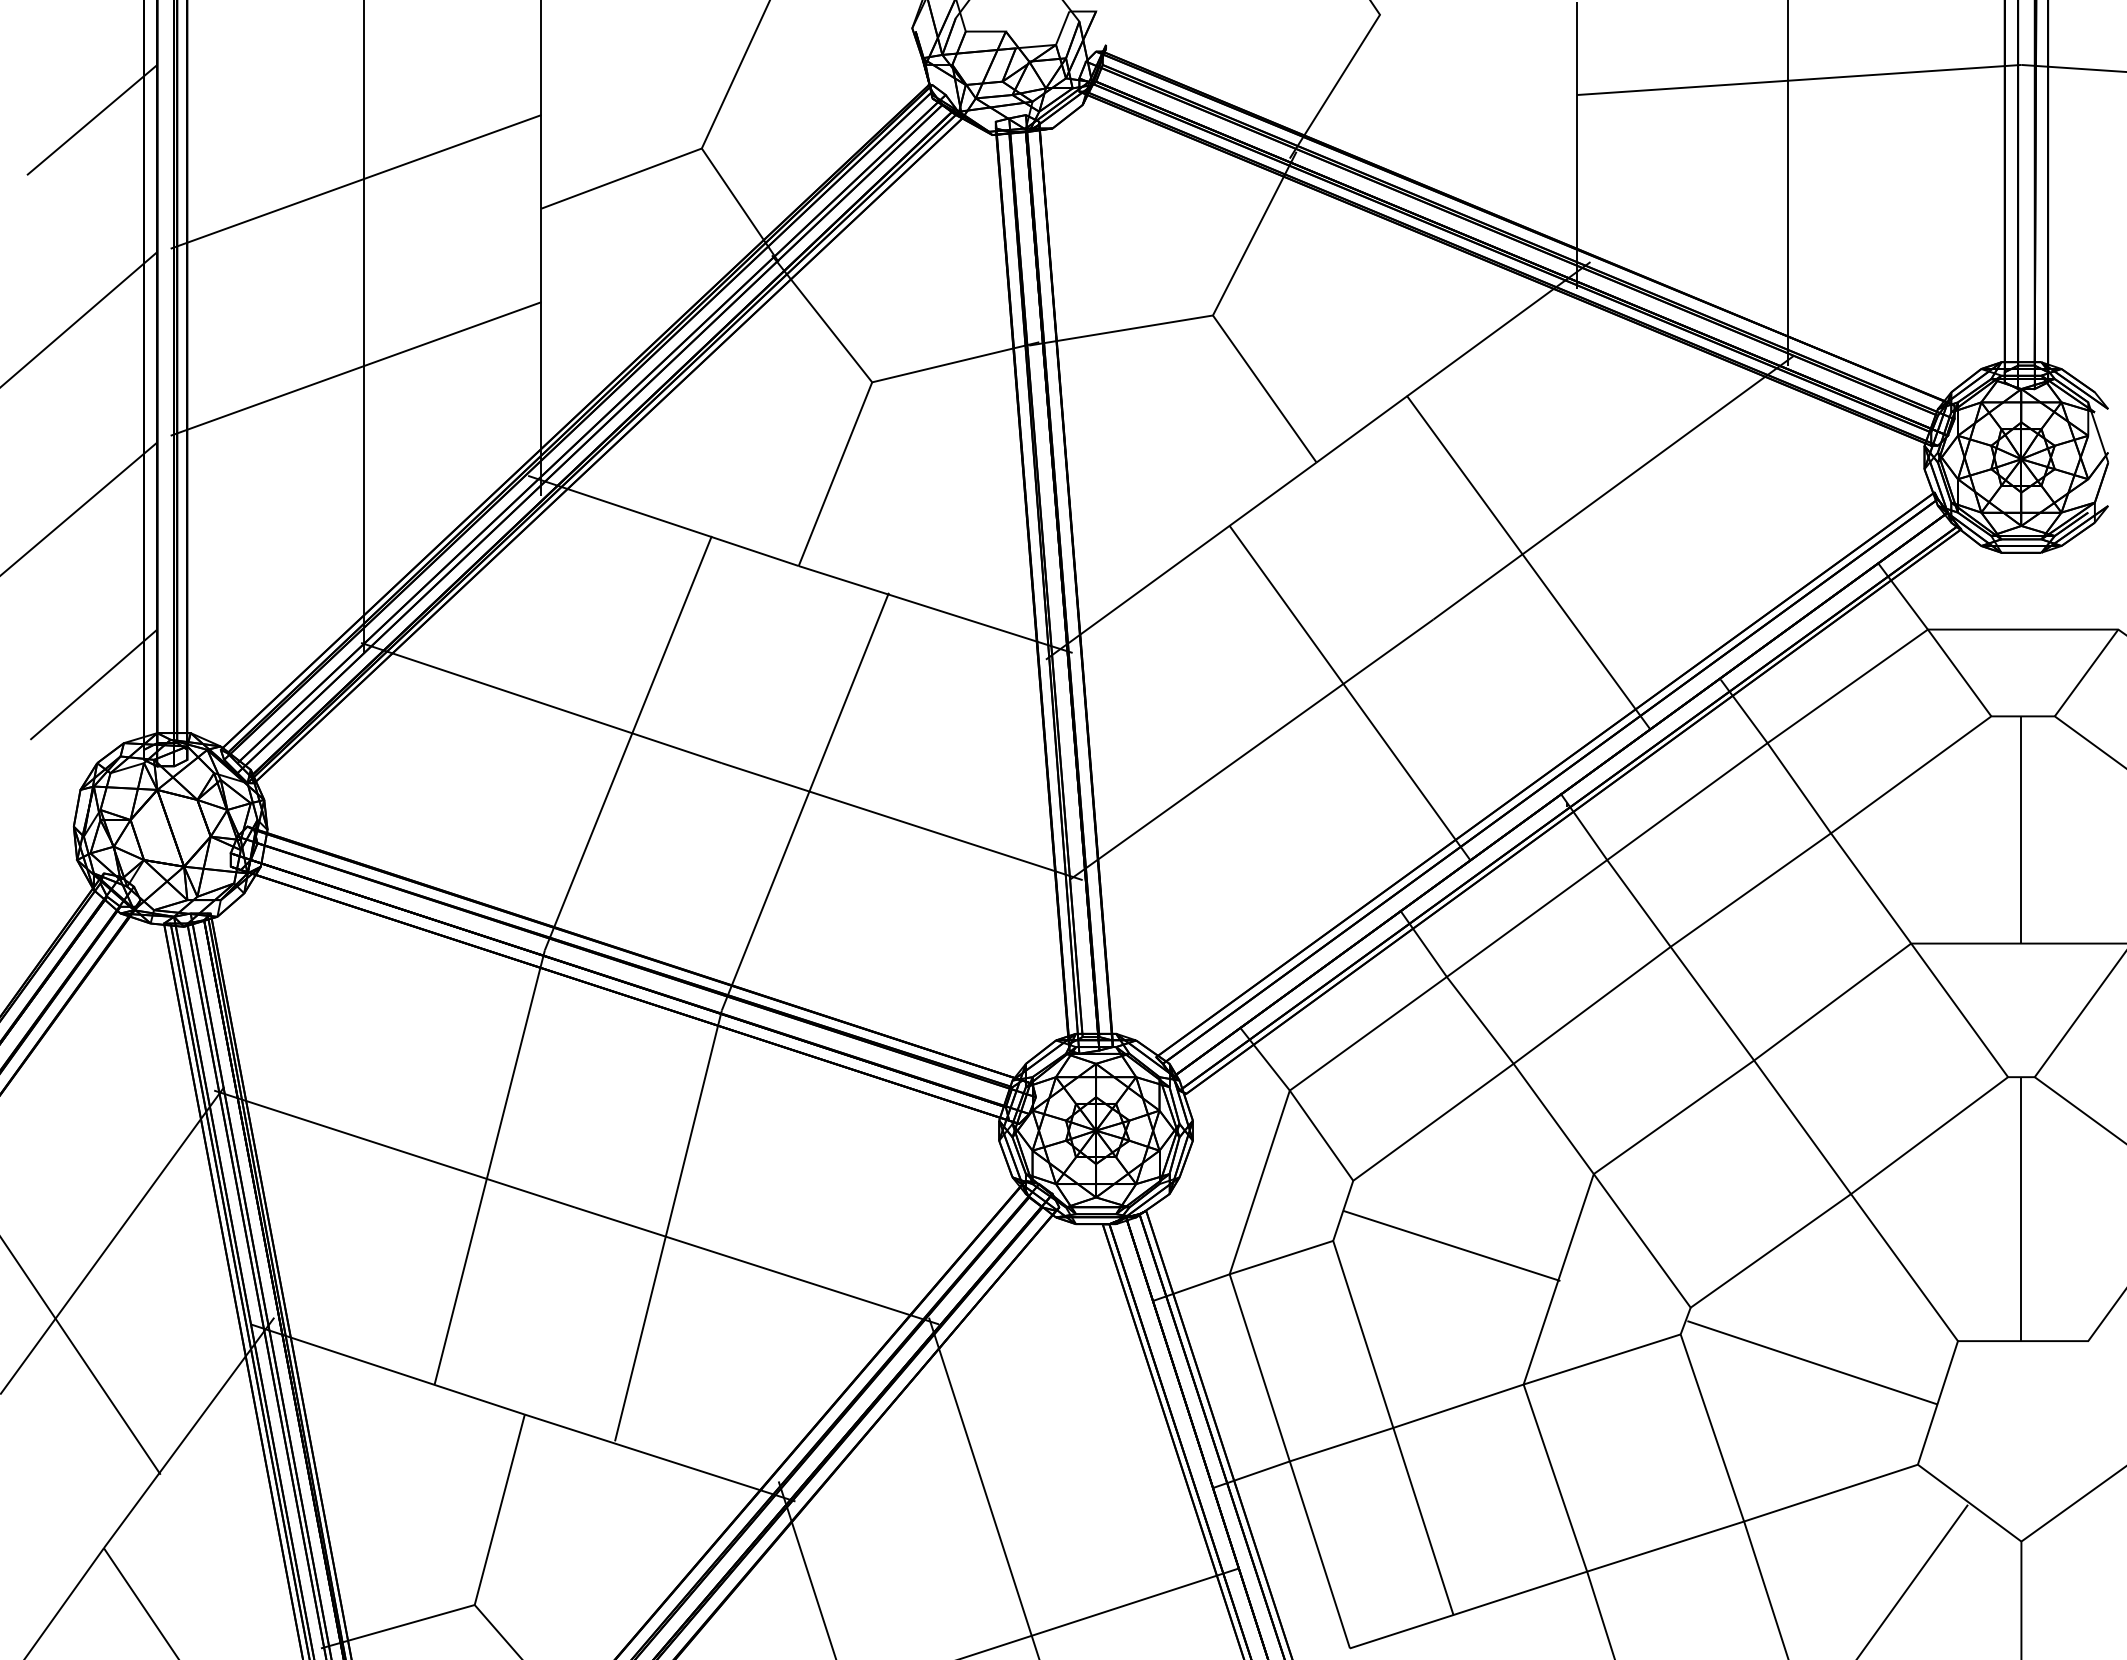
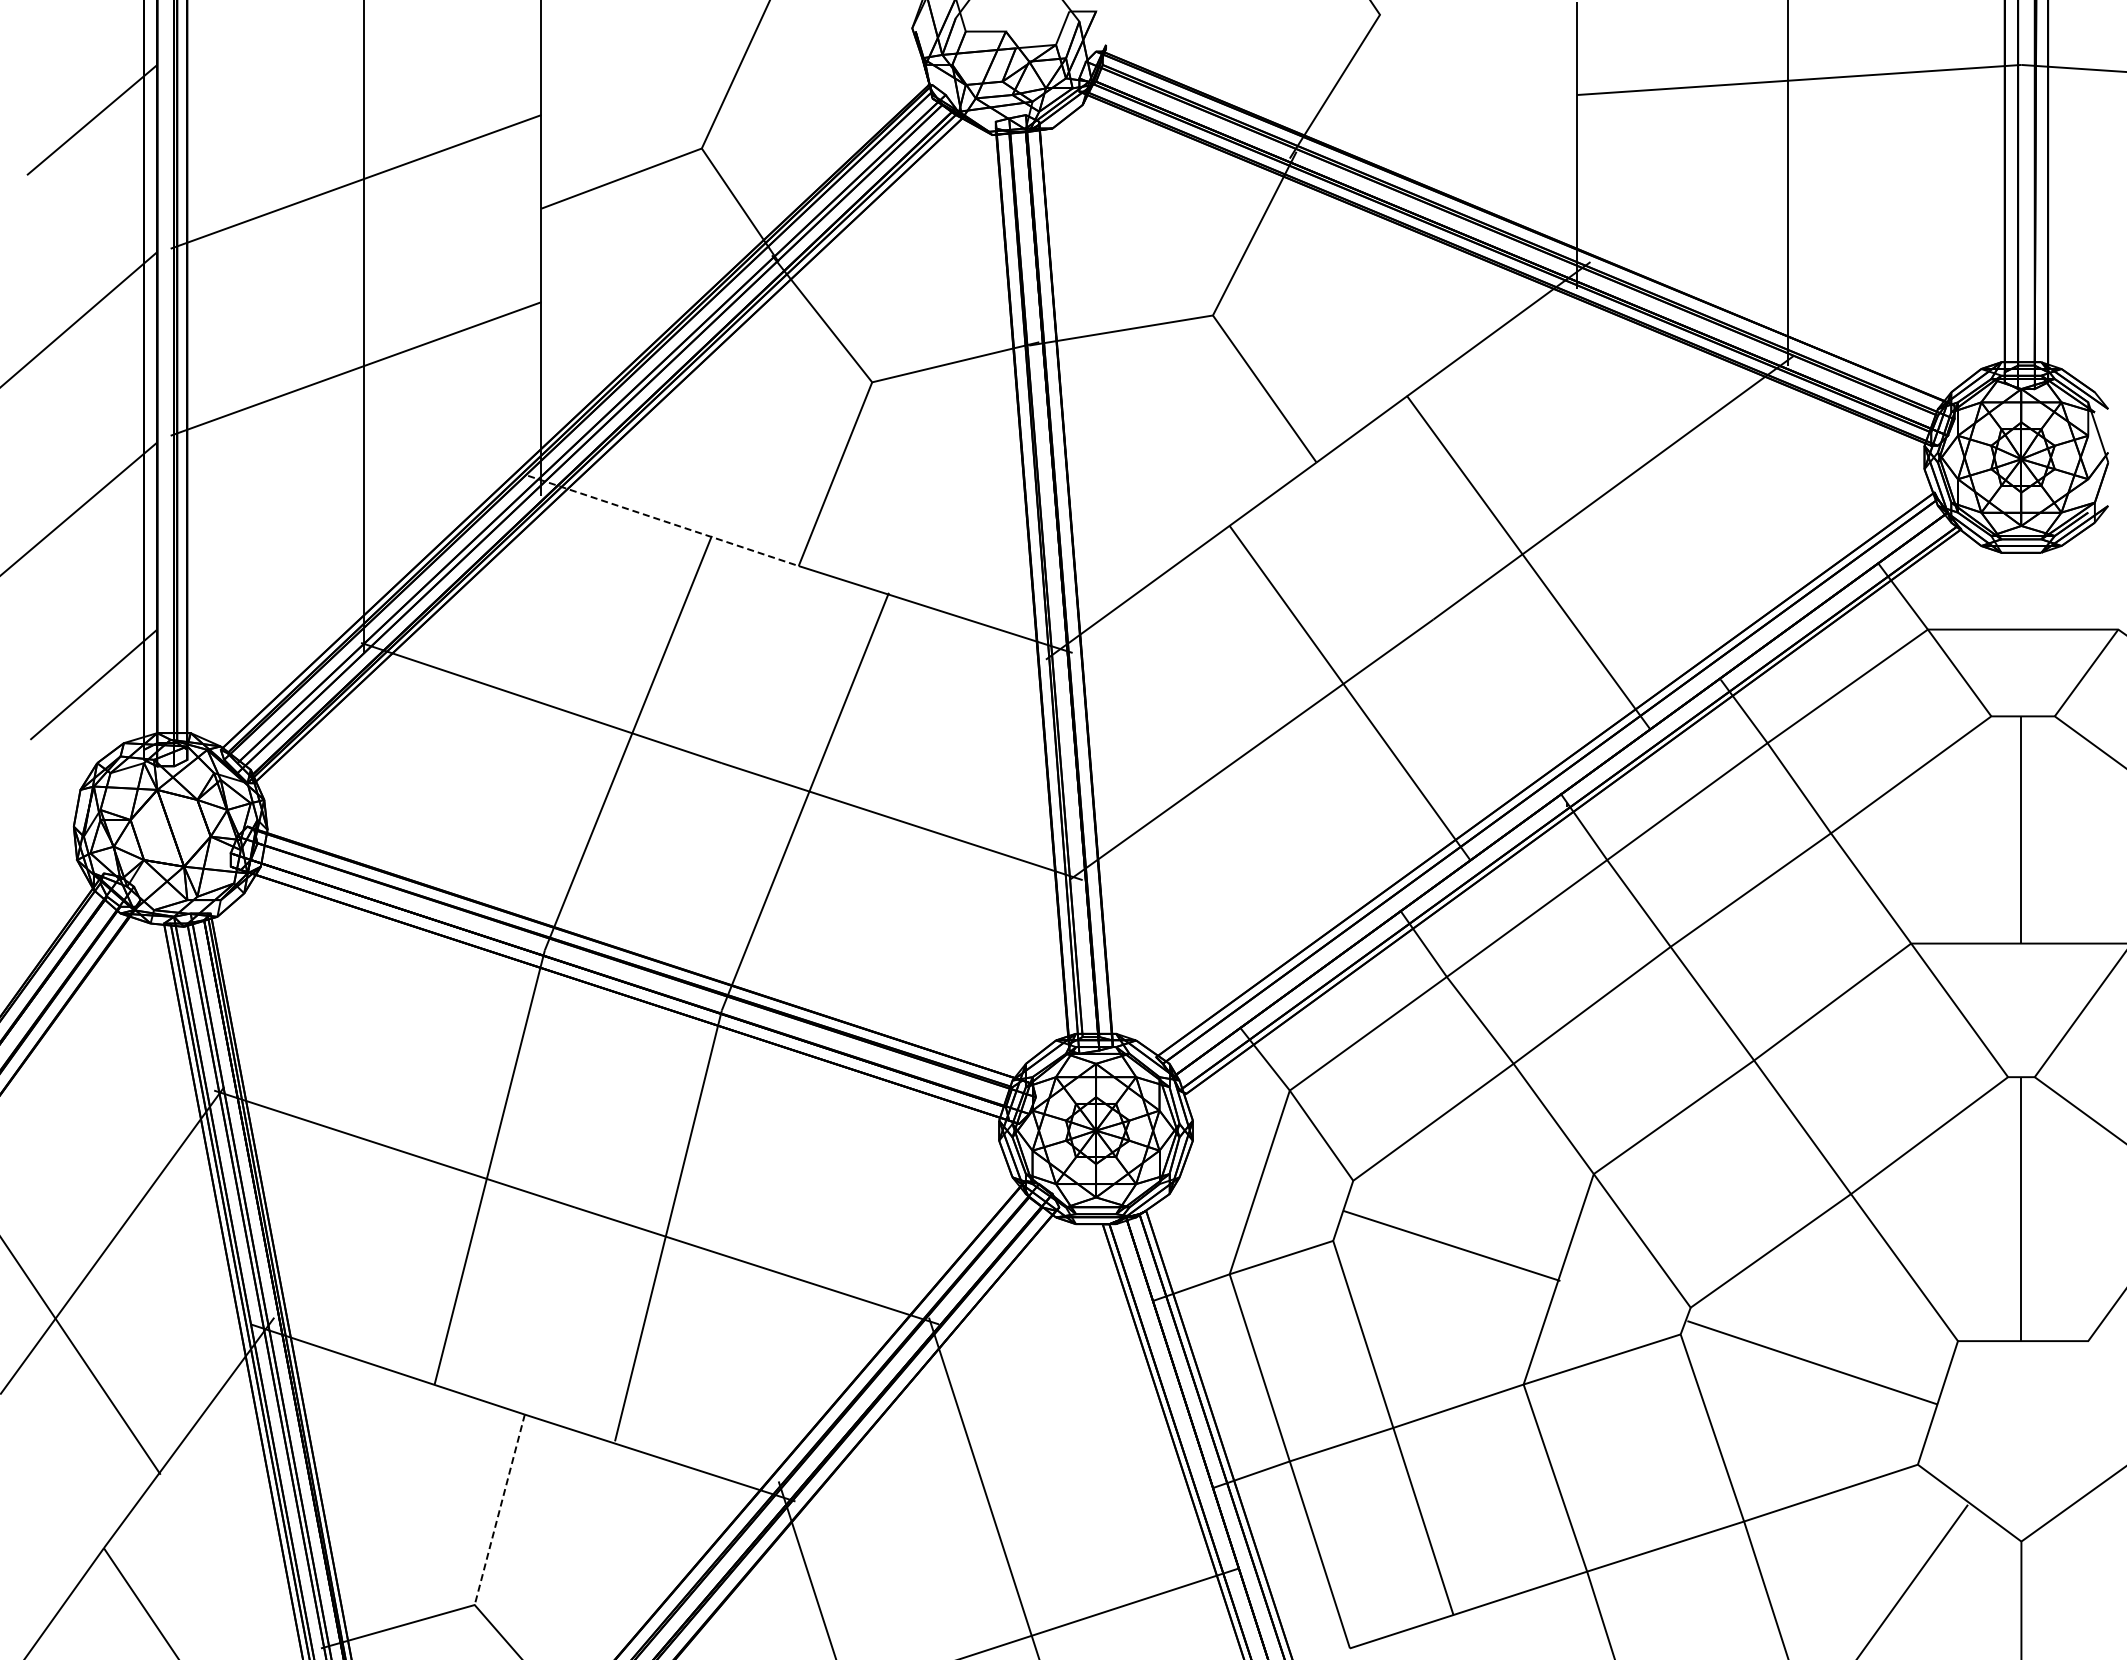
line at (663, 520): solid -> dashed
line at (499, 1510): solid -> dashed
